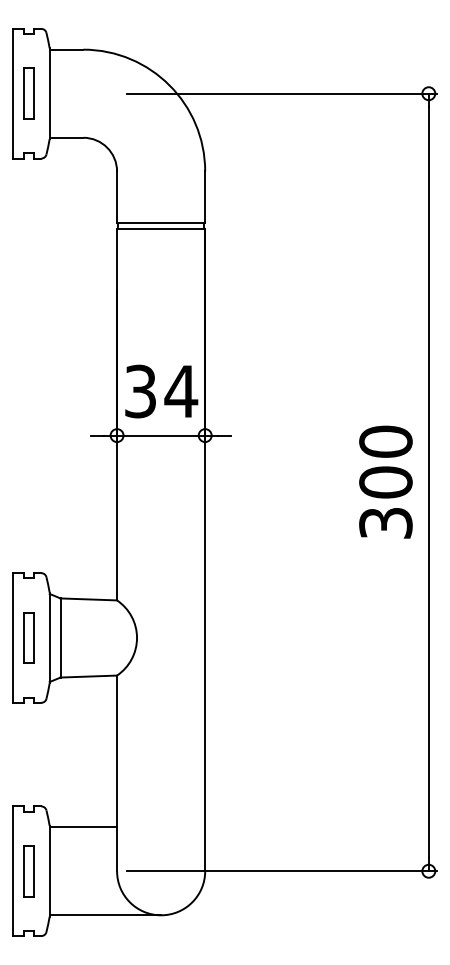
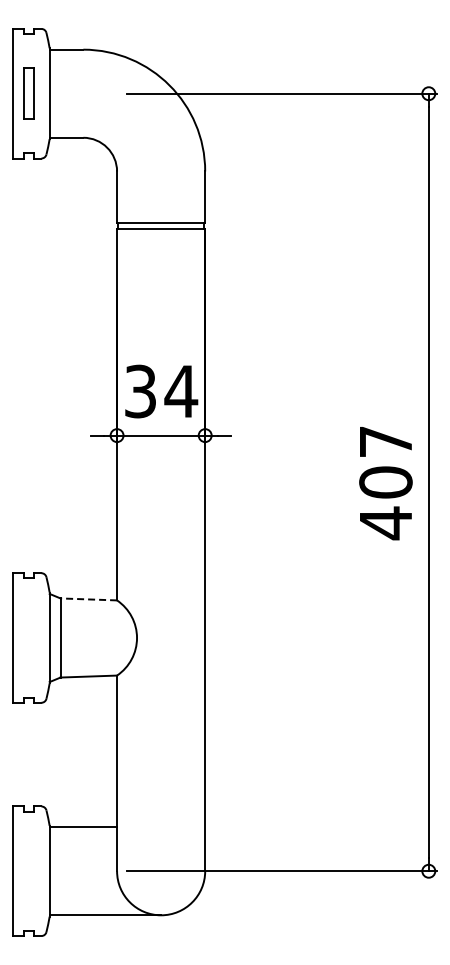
text at (385, 482): 300 -> 407
line at (88, 599): solid -> dashed
part at (28, 637): present -> none
part at (28, 871): present -> none
